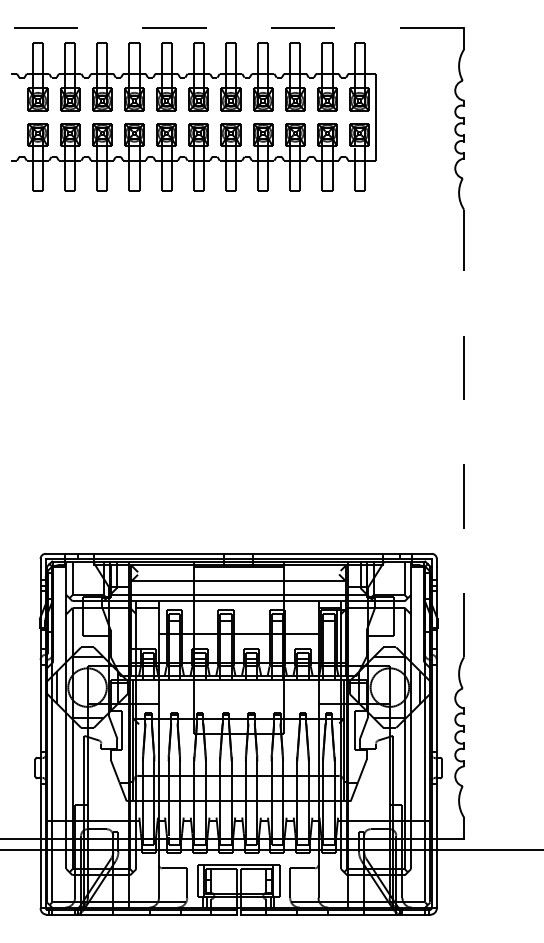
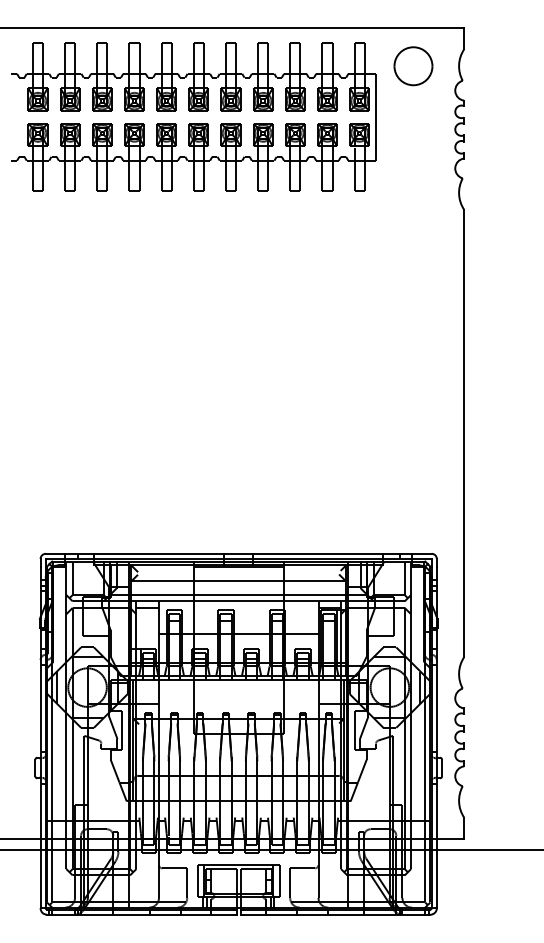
line at (232, 28): dashed -> solid
part at (413, 66): none -> present
line at (464, 433): dashed -> solid
